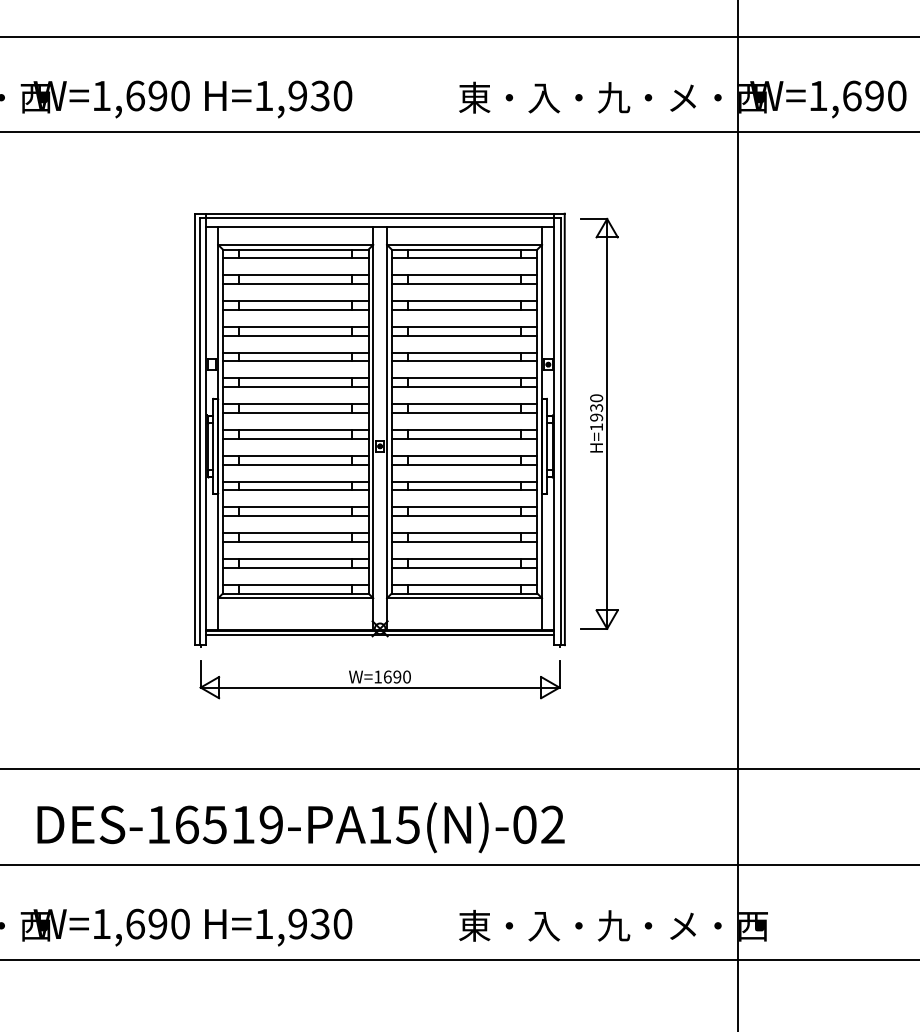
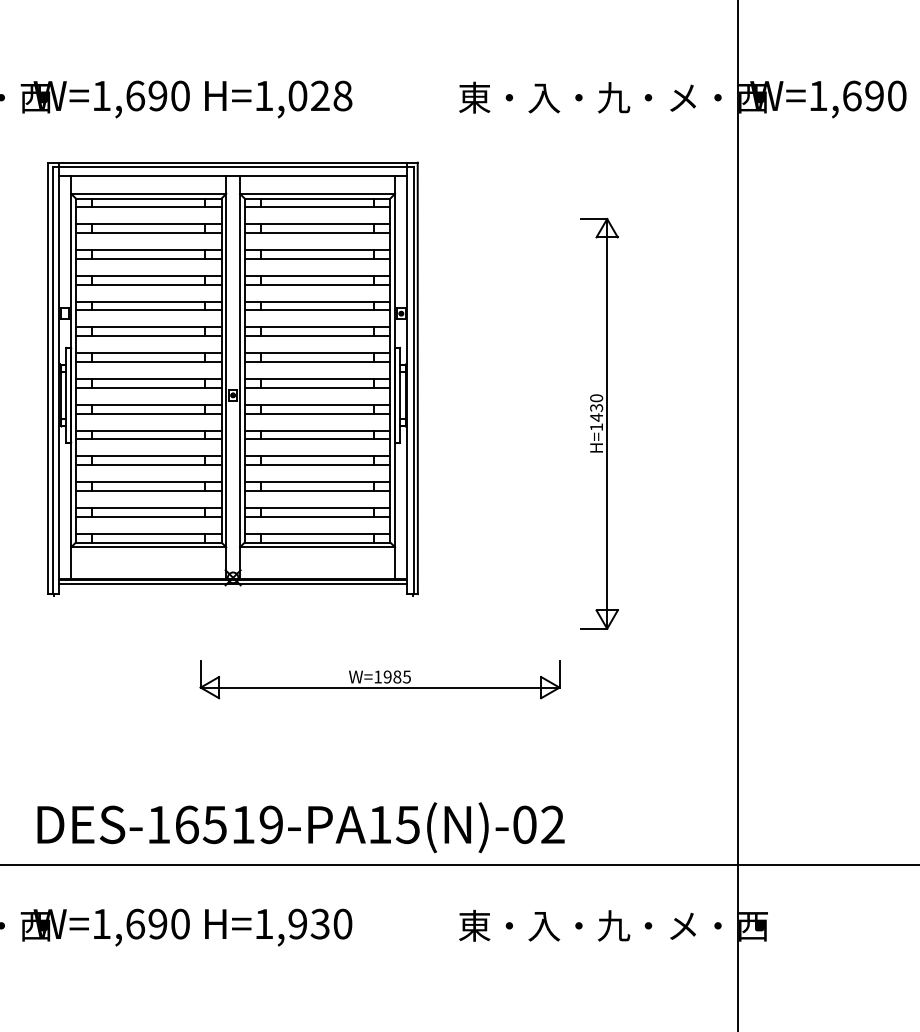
line at (459, 36): present -> none
text at (320, 95): H=1,930 -> H=1,028
line at (459, 132): present -> none
text at (596, 417): H=1930 -> H=1430
part at (379, 429) position: (379, 429) -> (232, 378)
text at (396, 676): W=1690 -> W=1985
line at (459, 769): present -> none
line at (459, 960): present -> none
